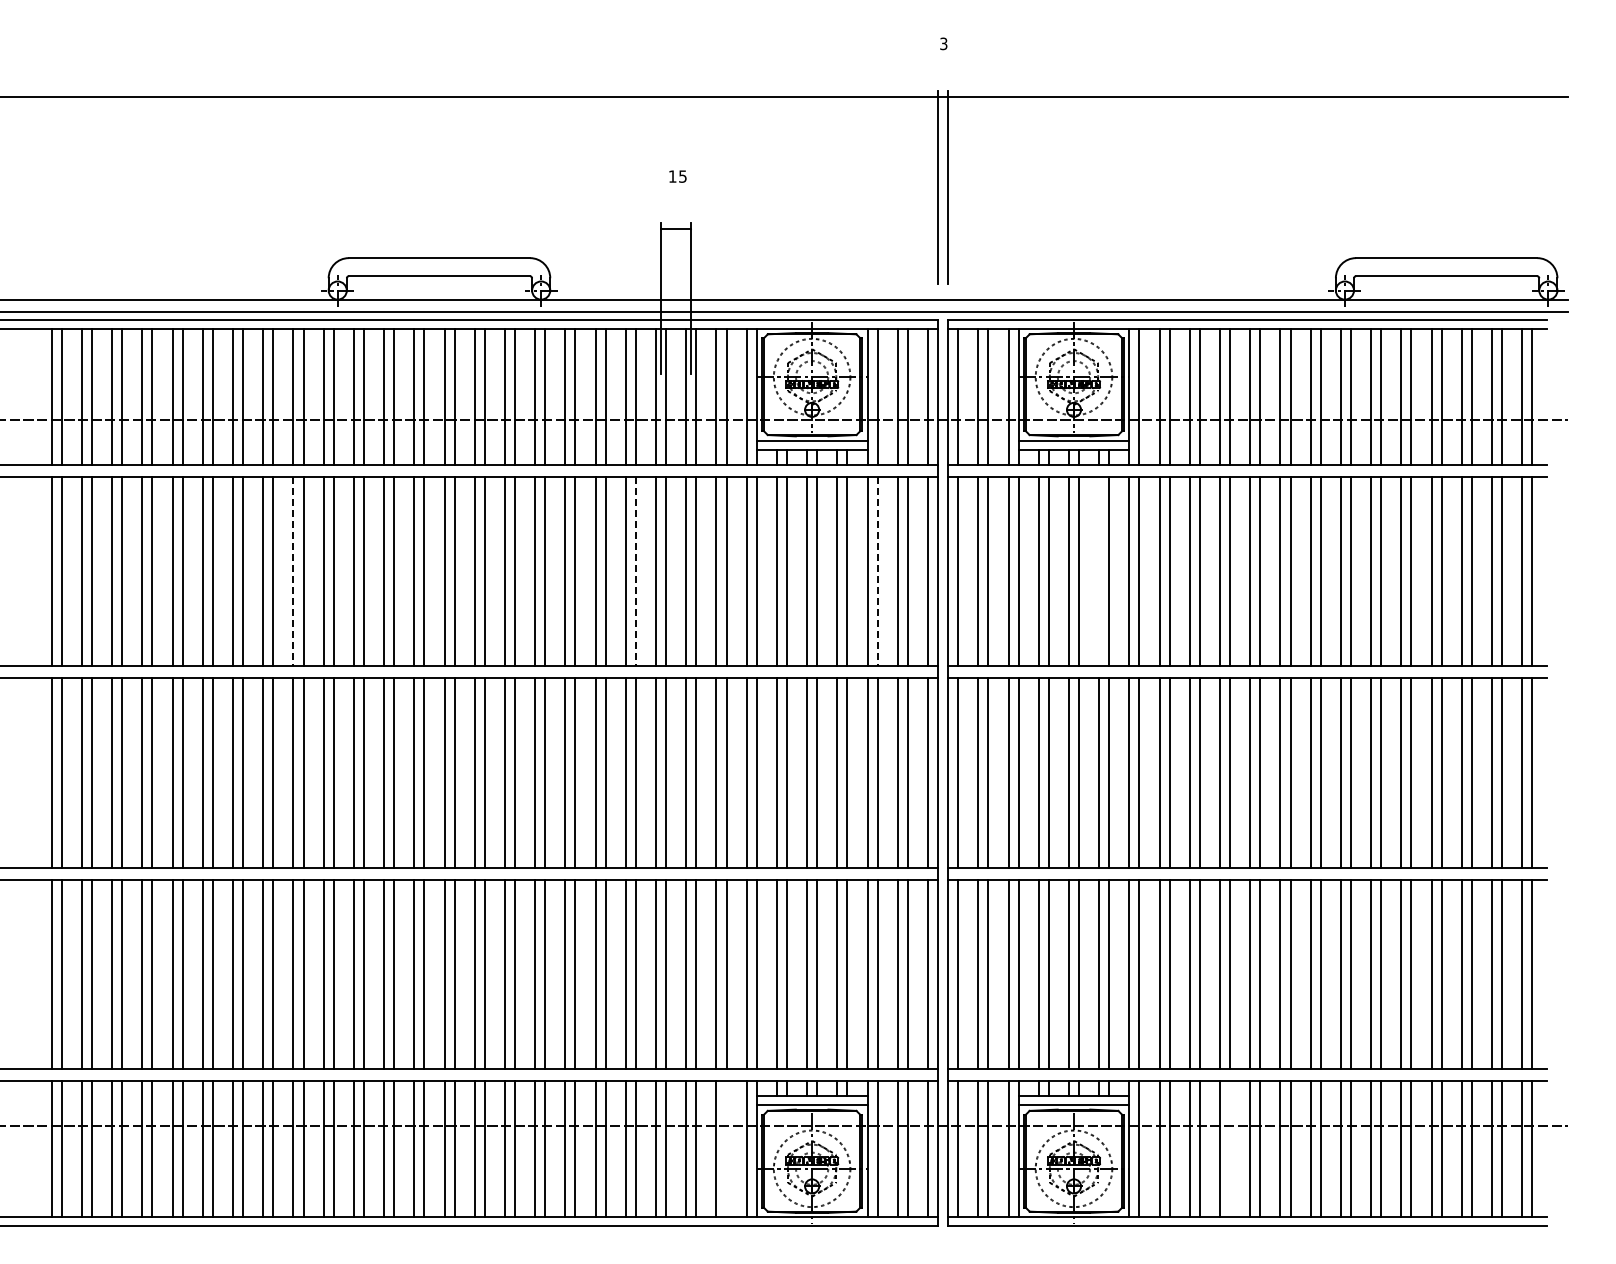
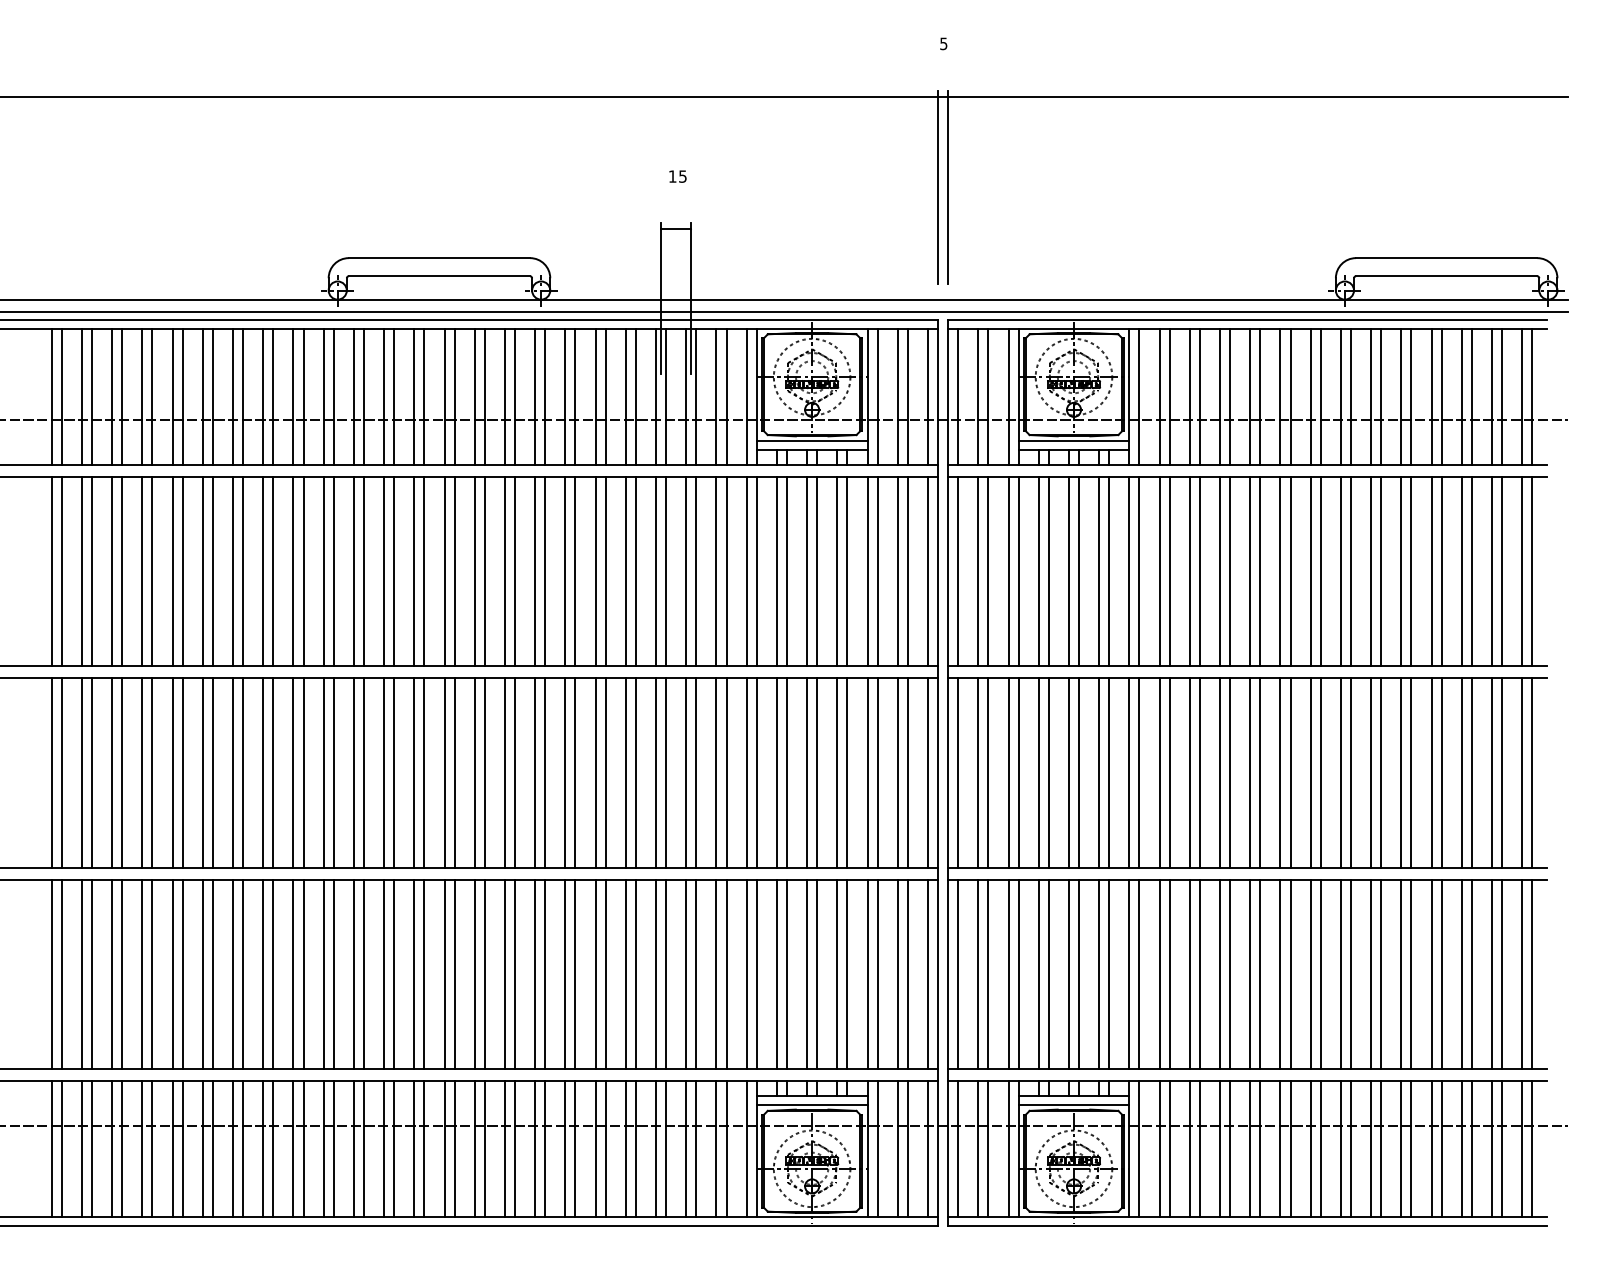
text at (943, 43): 3 -> 5
line at (293, 571): dashed -> solid
line at (635, 571): dashed -> solid
line at (877, 571): dashed -> solid
line at (1099, 571): none -> present
line at (726, 1149): none -> present
line at (1230, 1149): none -> present
